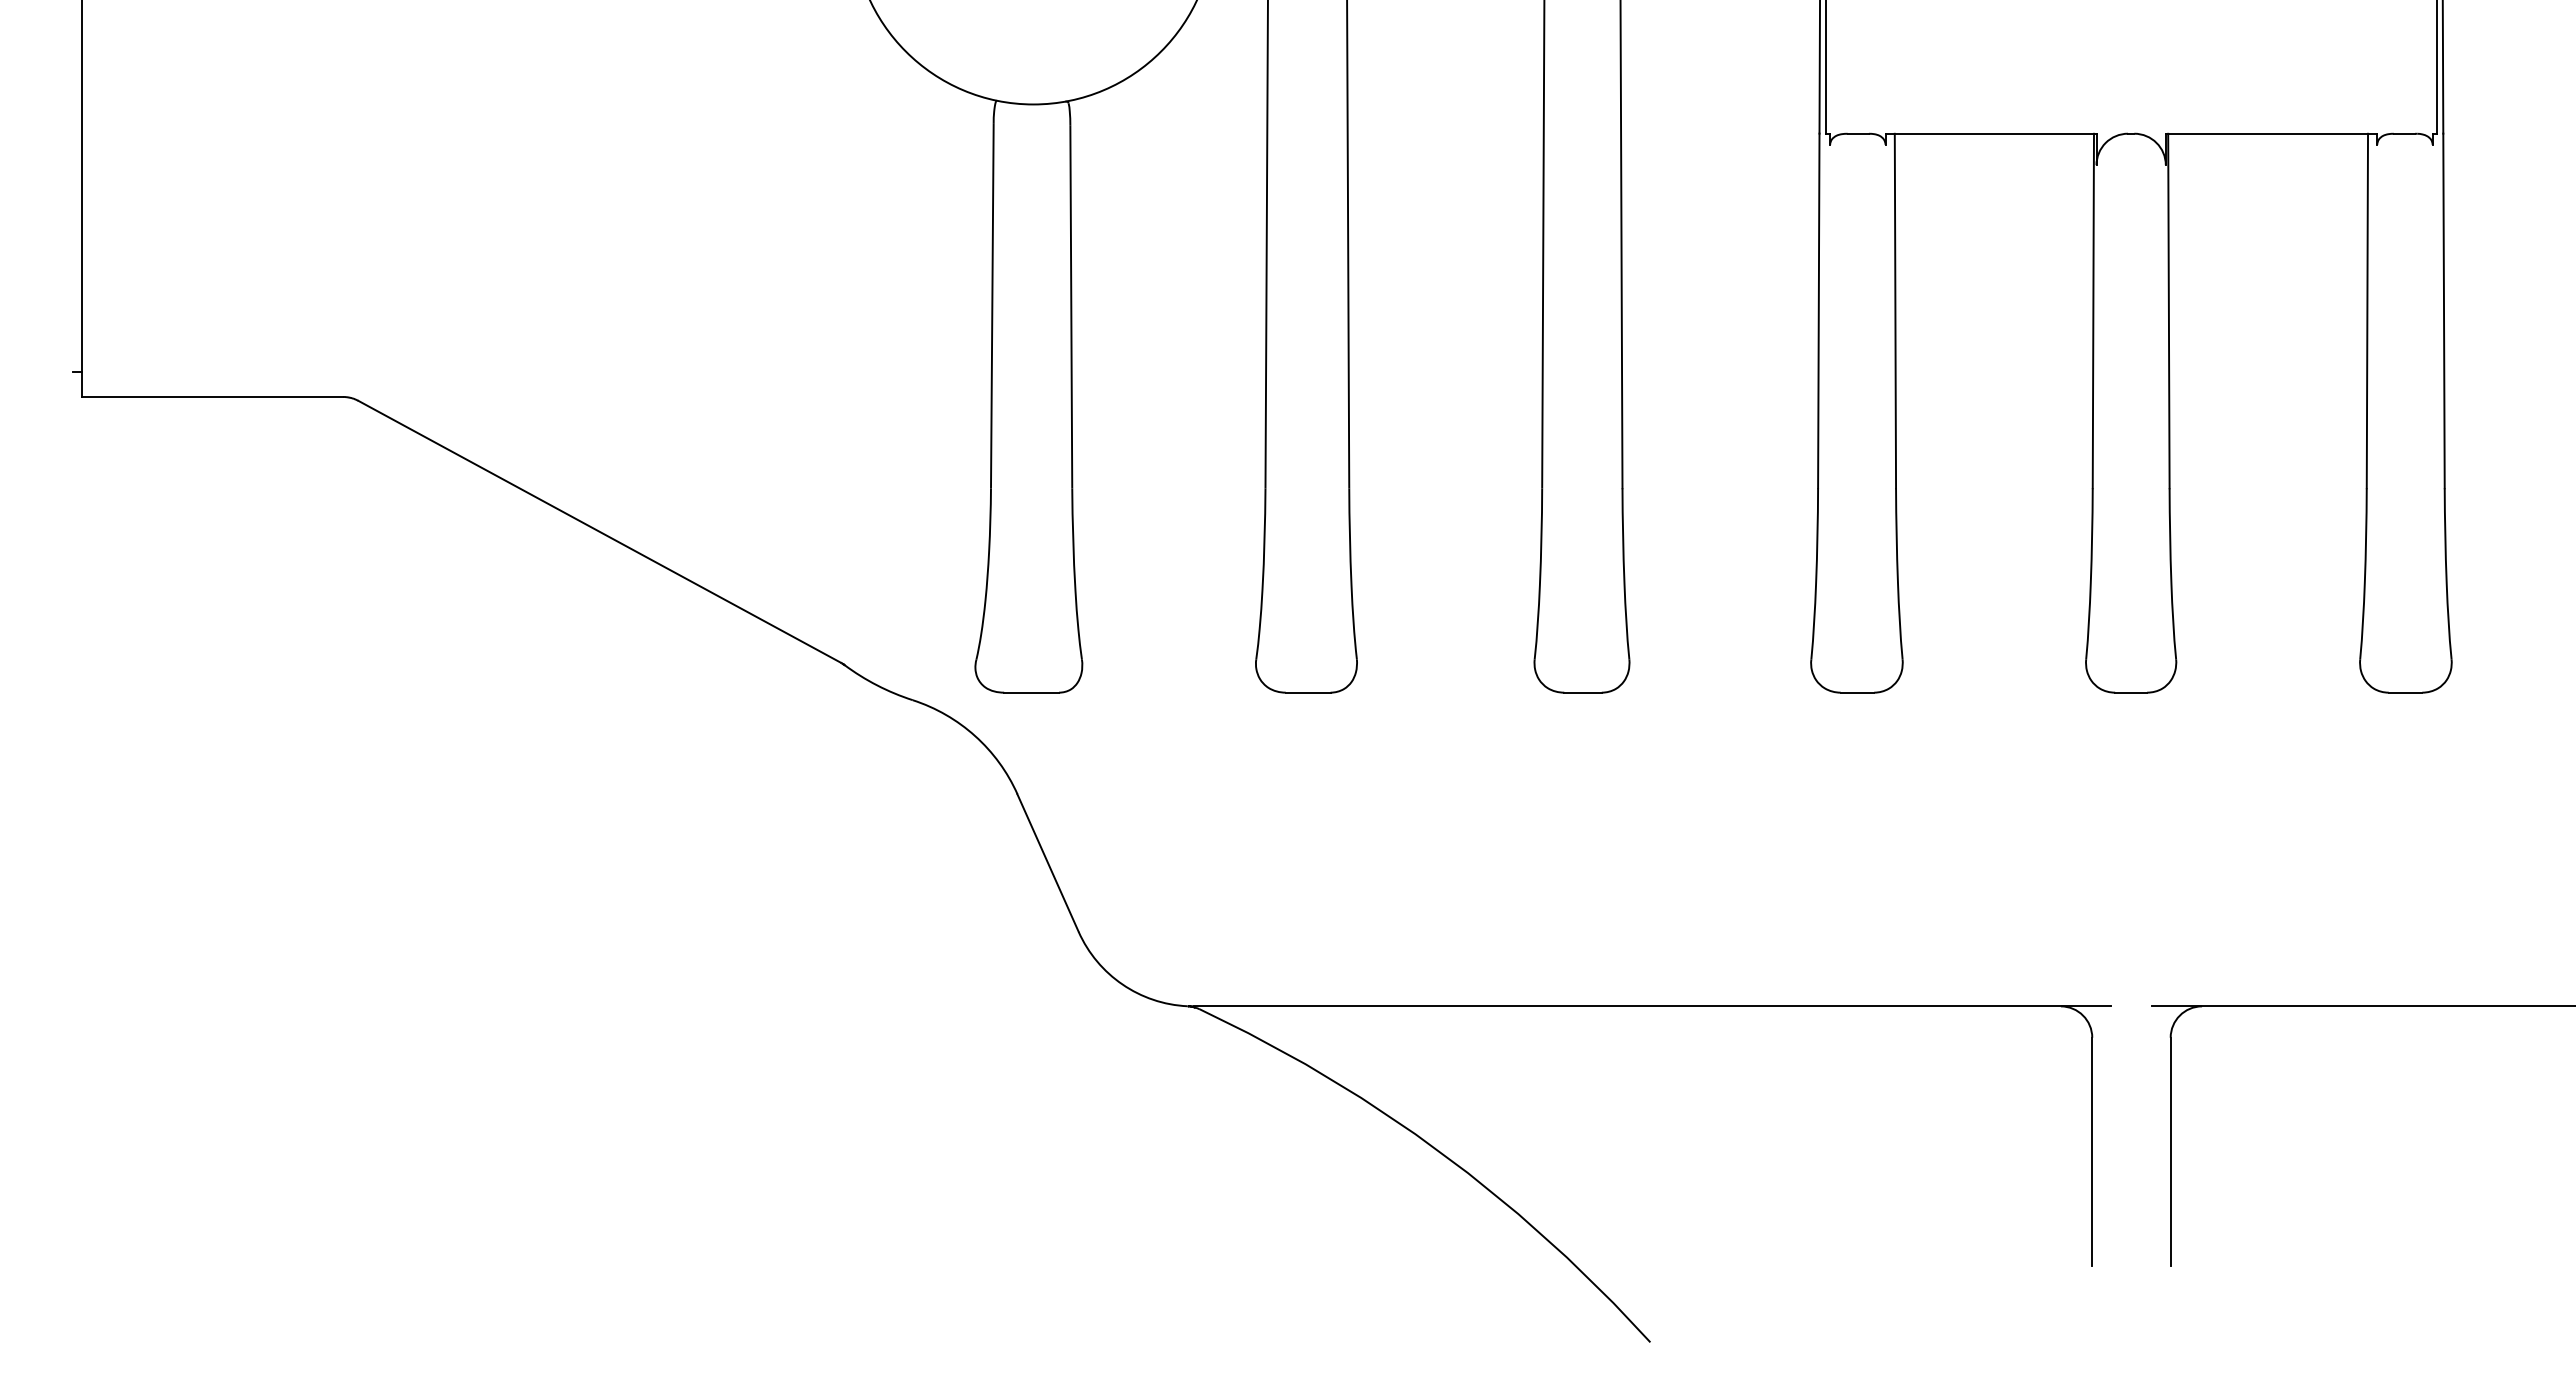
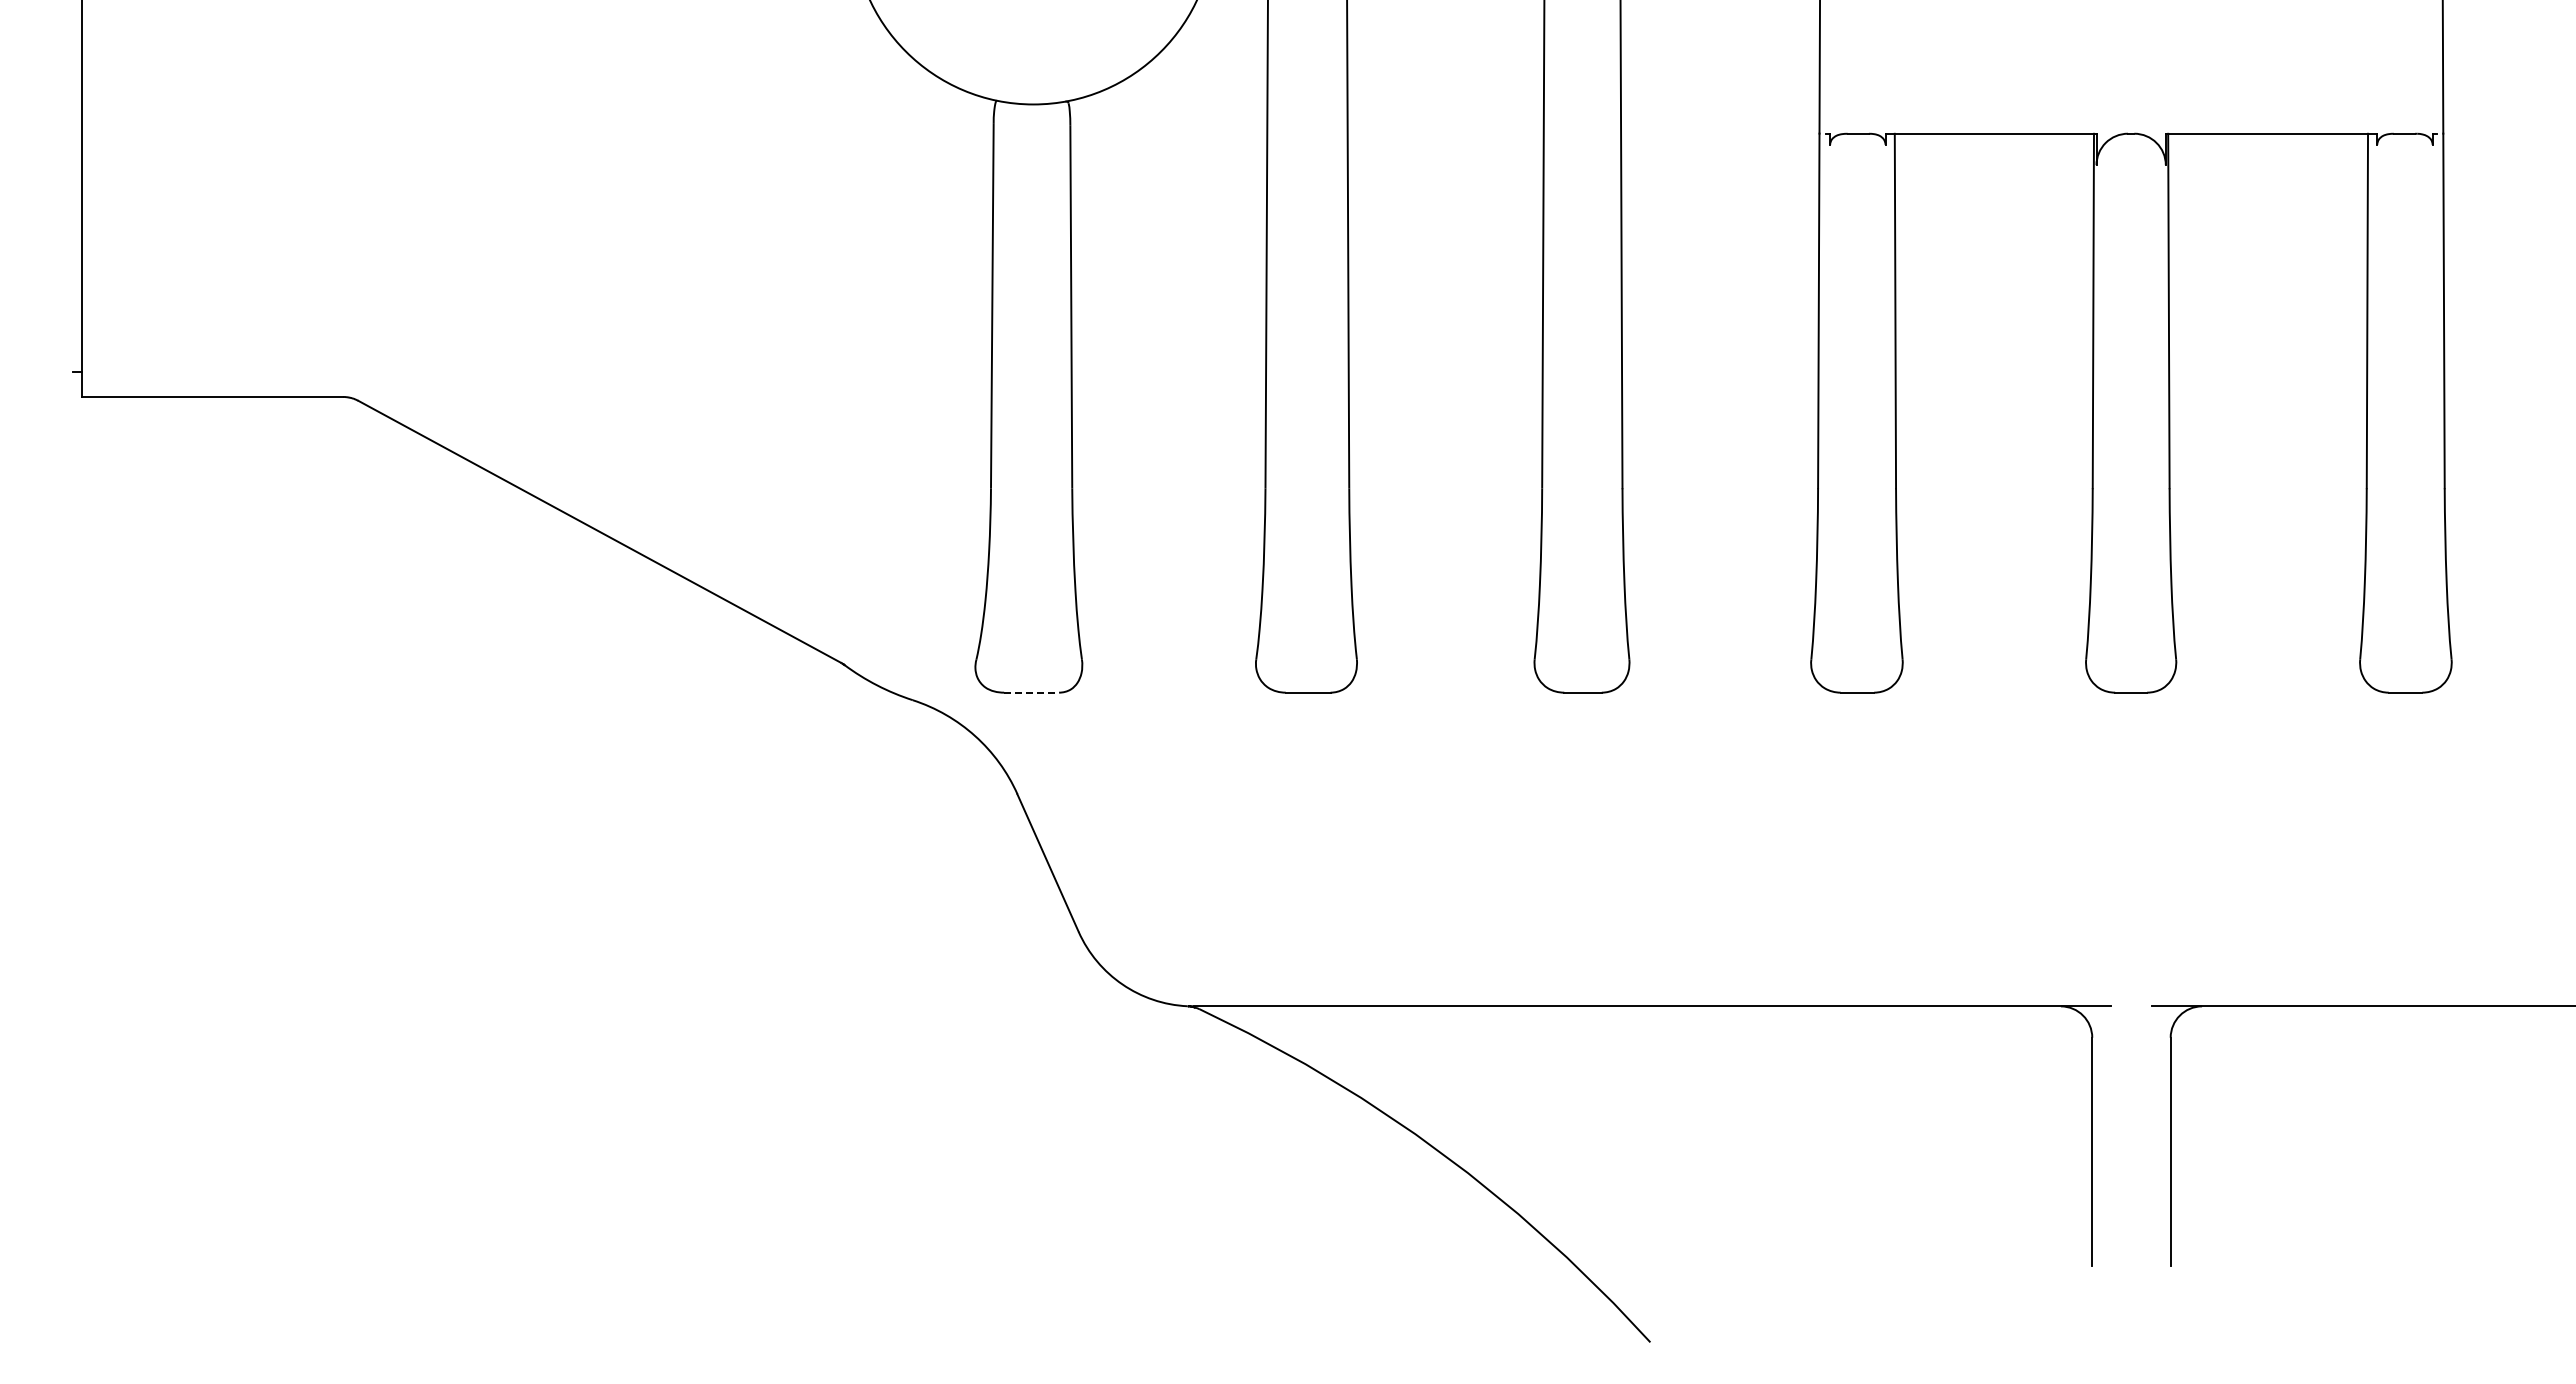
line at (1825, 67): present -> none
line at (2437, 67): present -> none
line at (1032, 692): solid -> dashed
